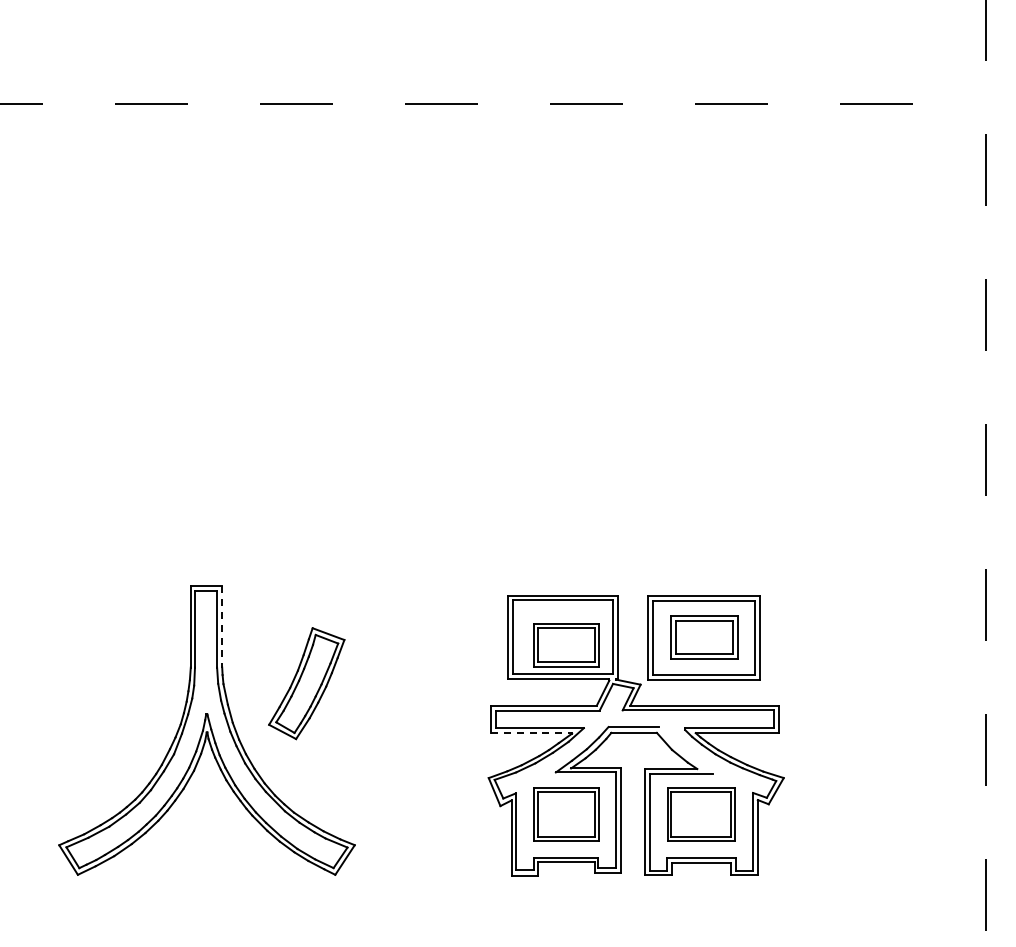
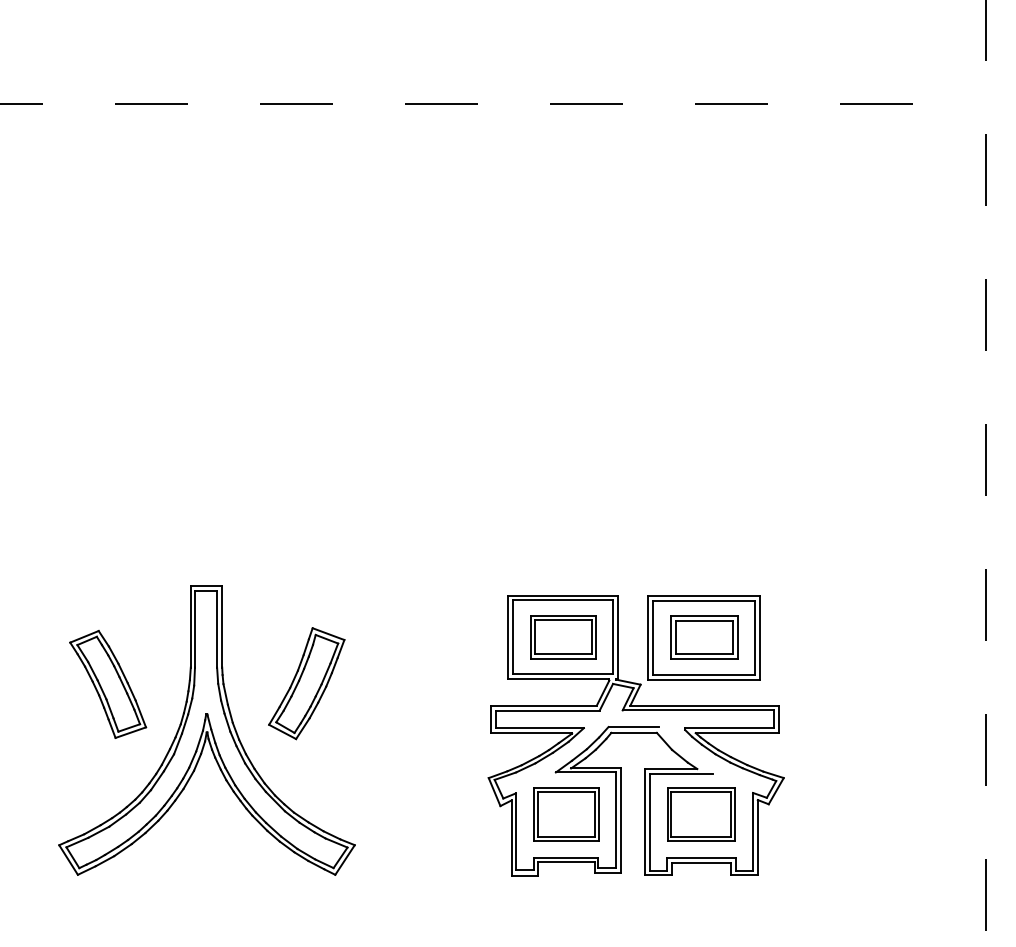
line at (222, 626): dashed -> solid
part at (566, 645) position: (566, 645) -> (563, 637)
part at (108, 684): none -> present
line at (531, 733): dashed -> solid
